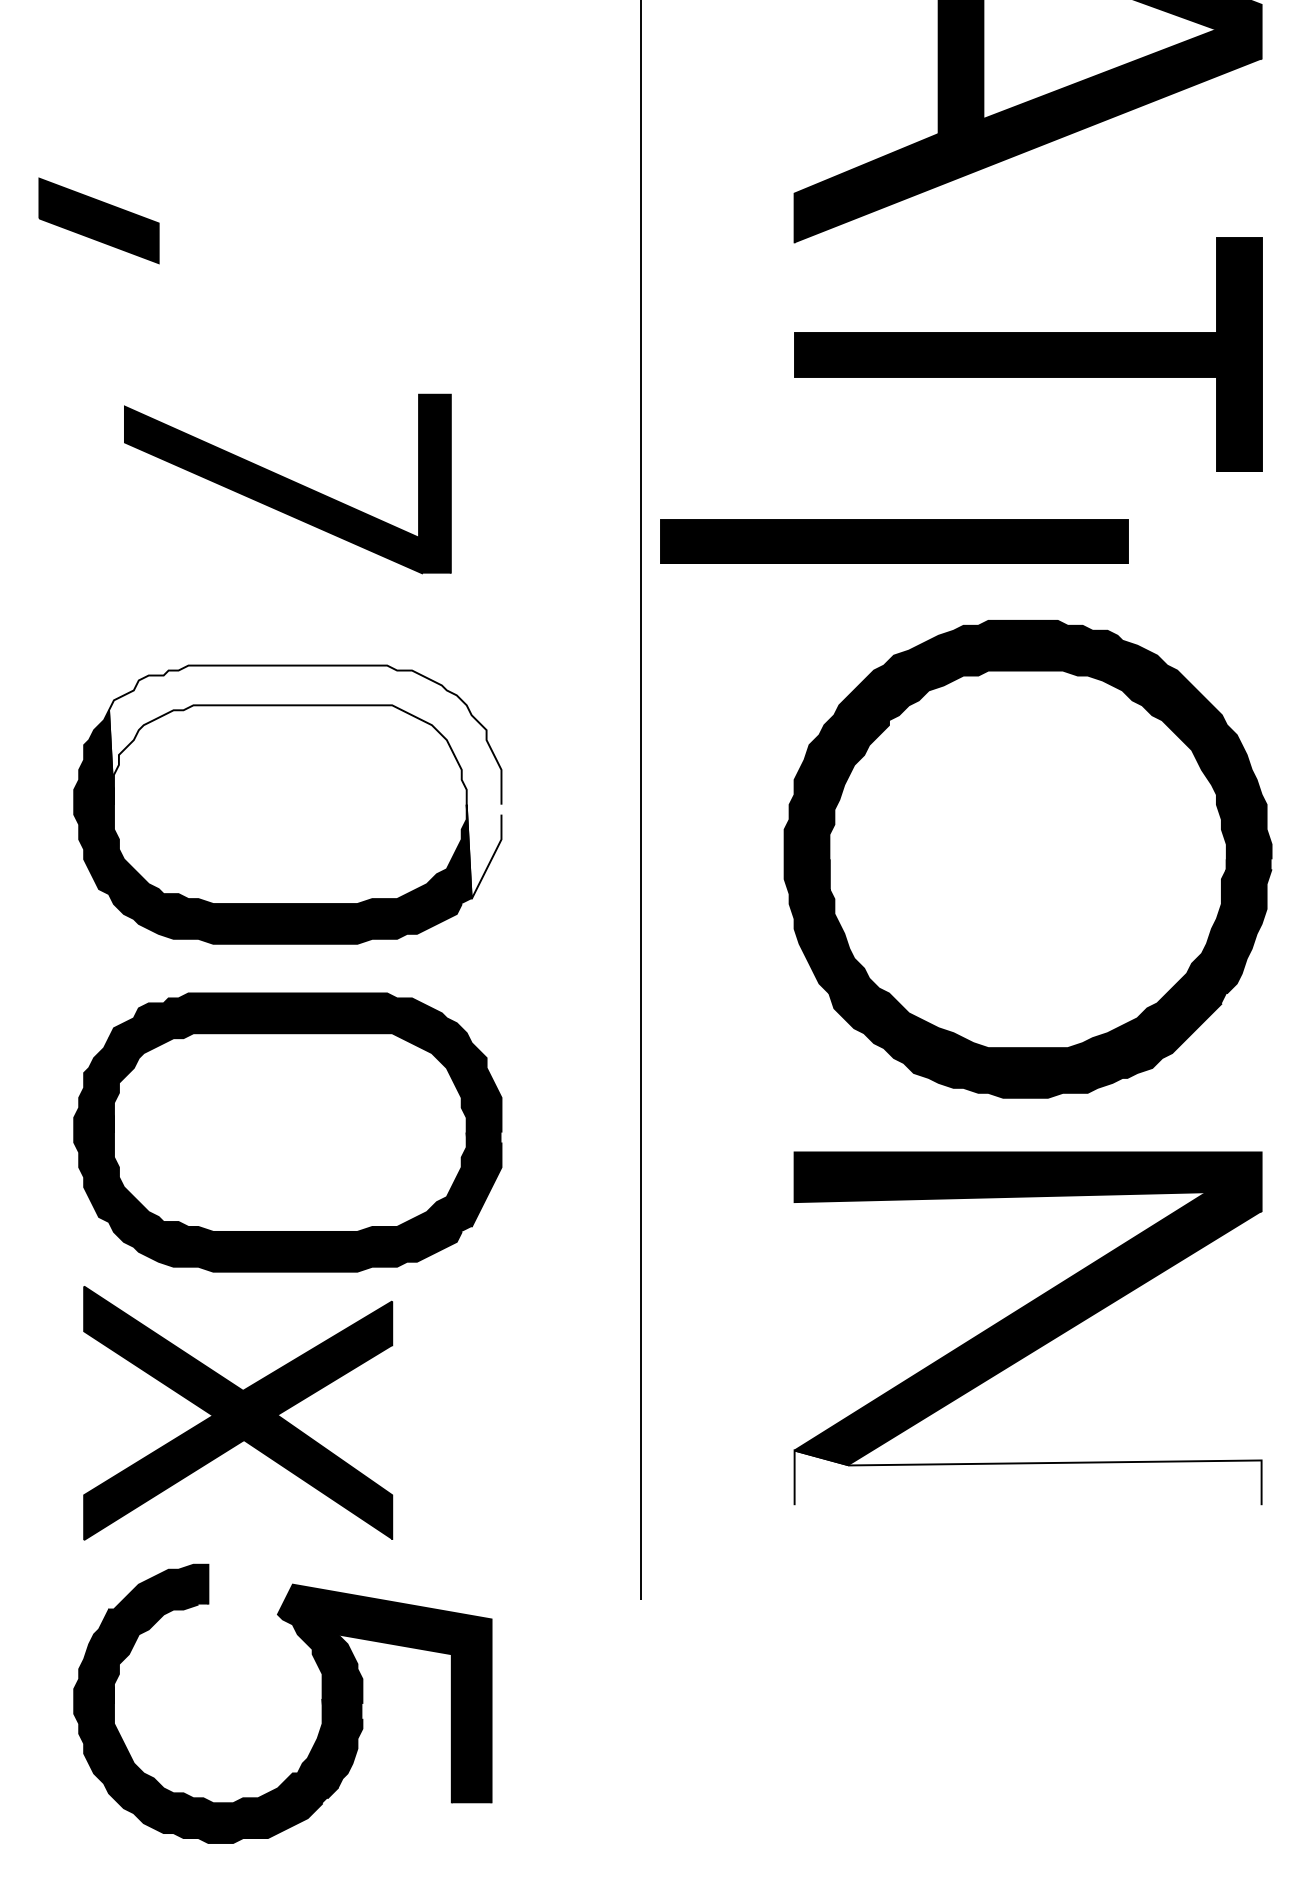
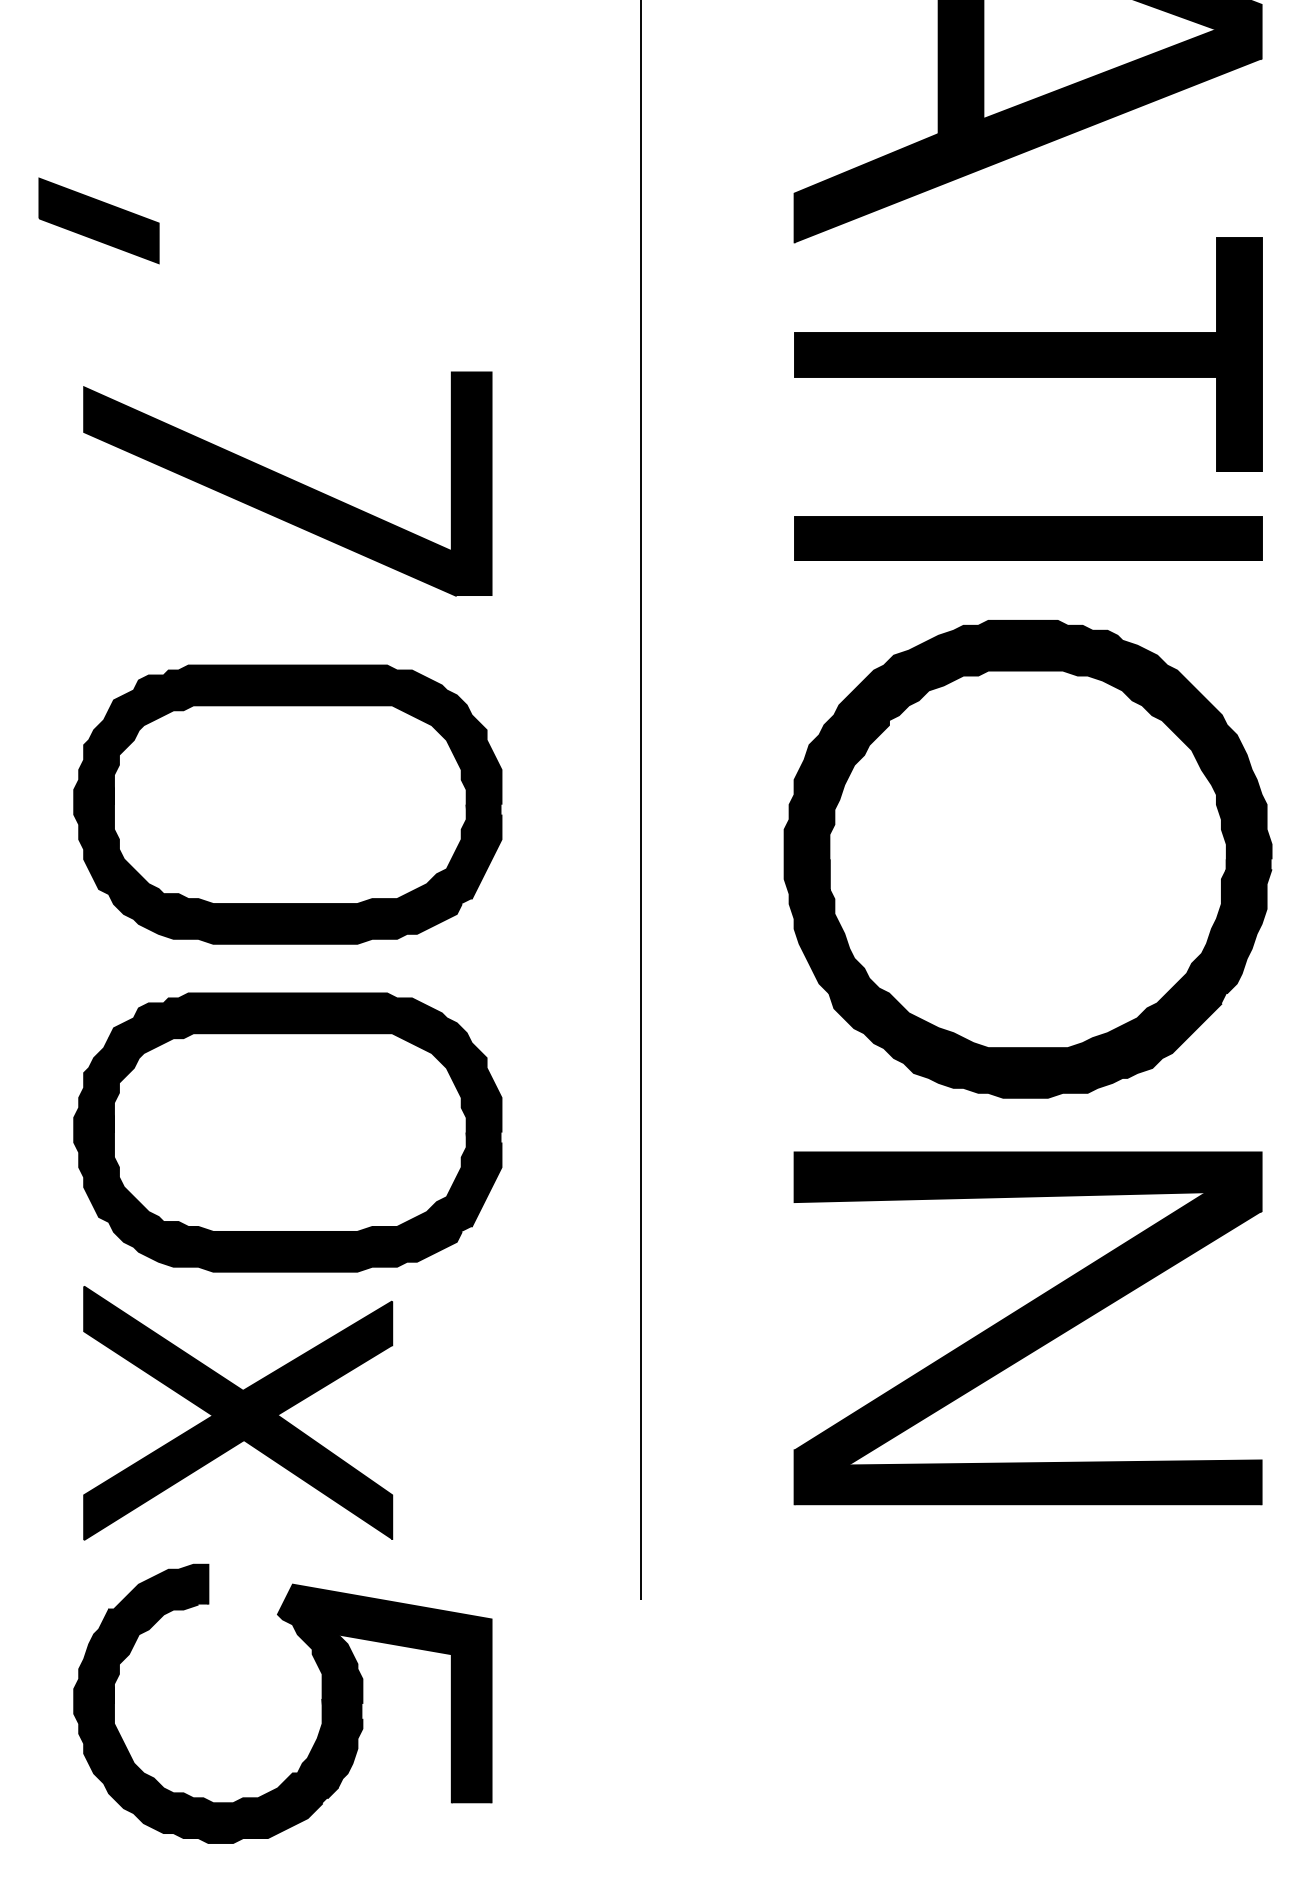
part at (287, 483) size: 328x182 px -> 410x226 px
part at (894, 541) position: (894, 541) -> (1028, 538)
fill at (305, 782): none -> present
fill at (1027, 1477): none -> present
